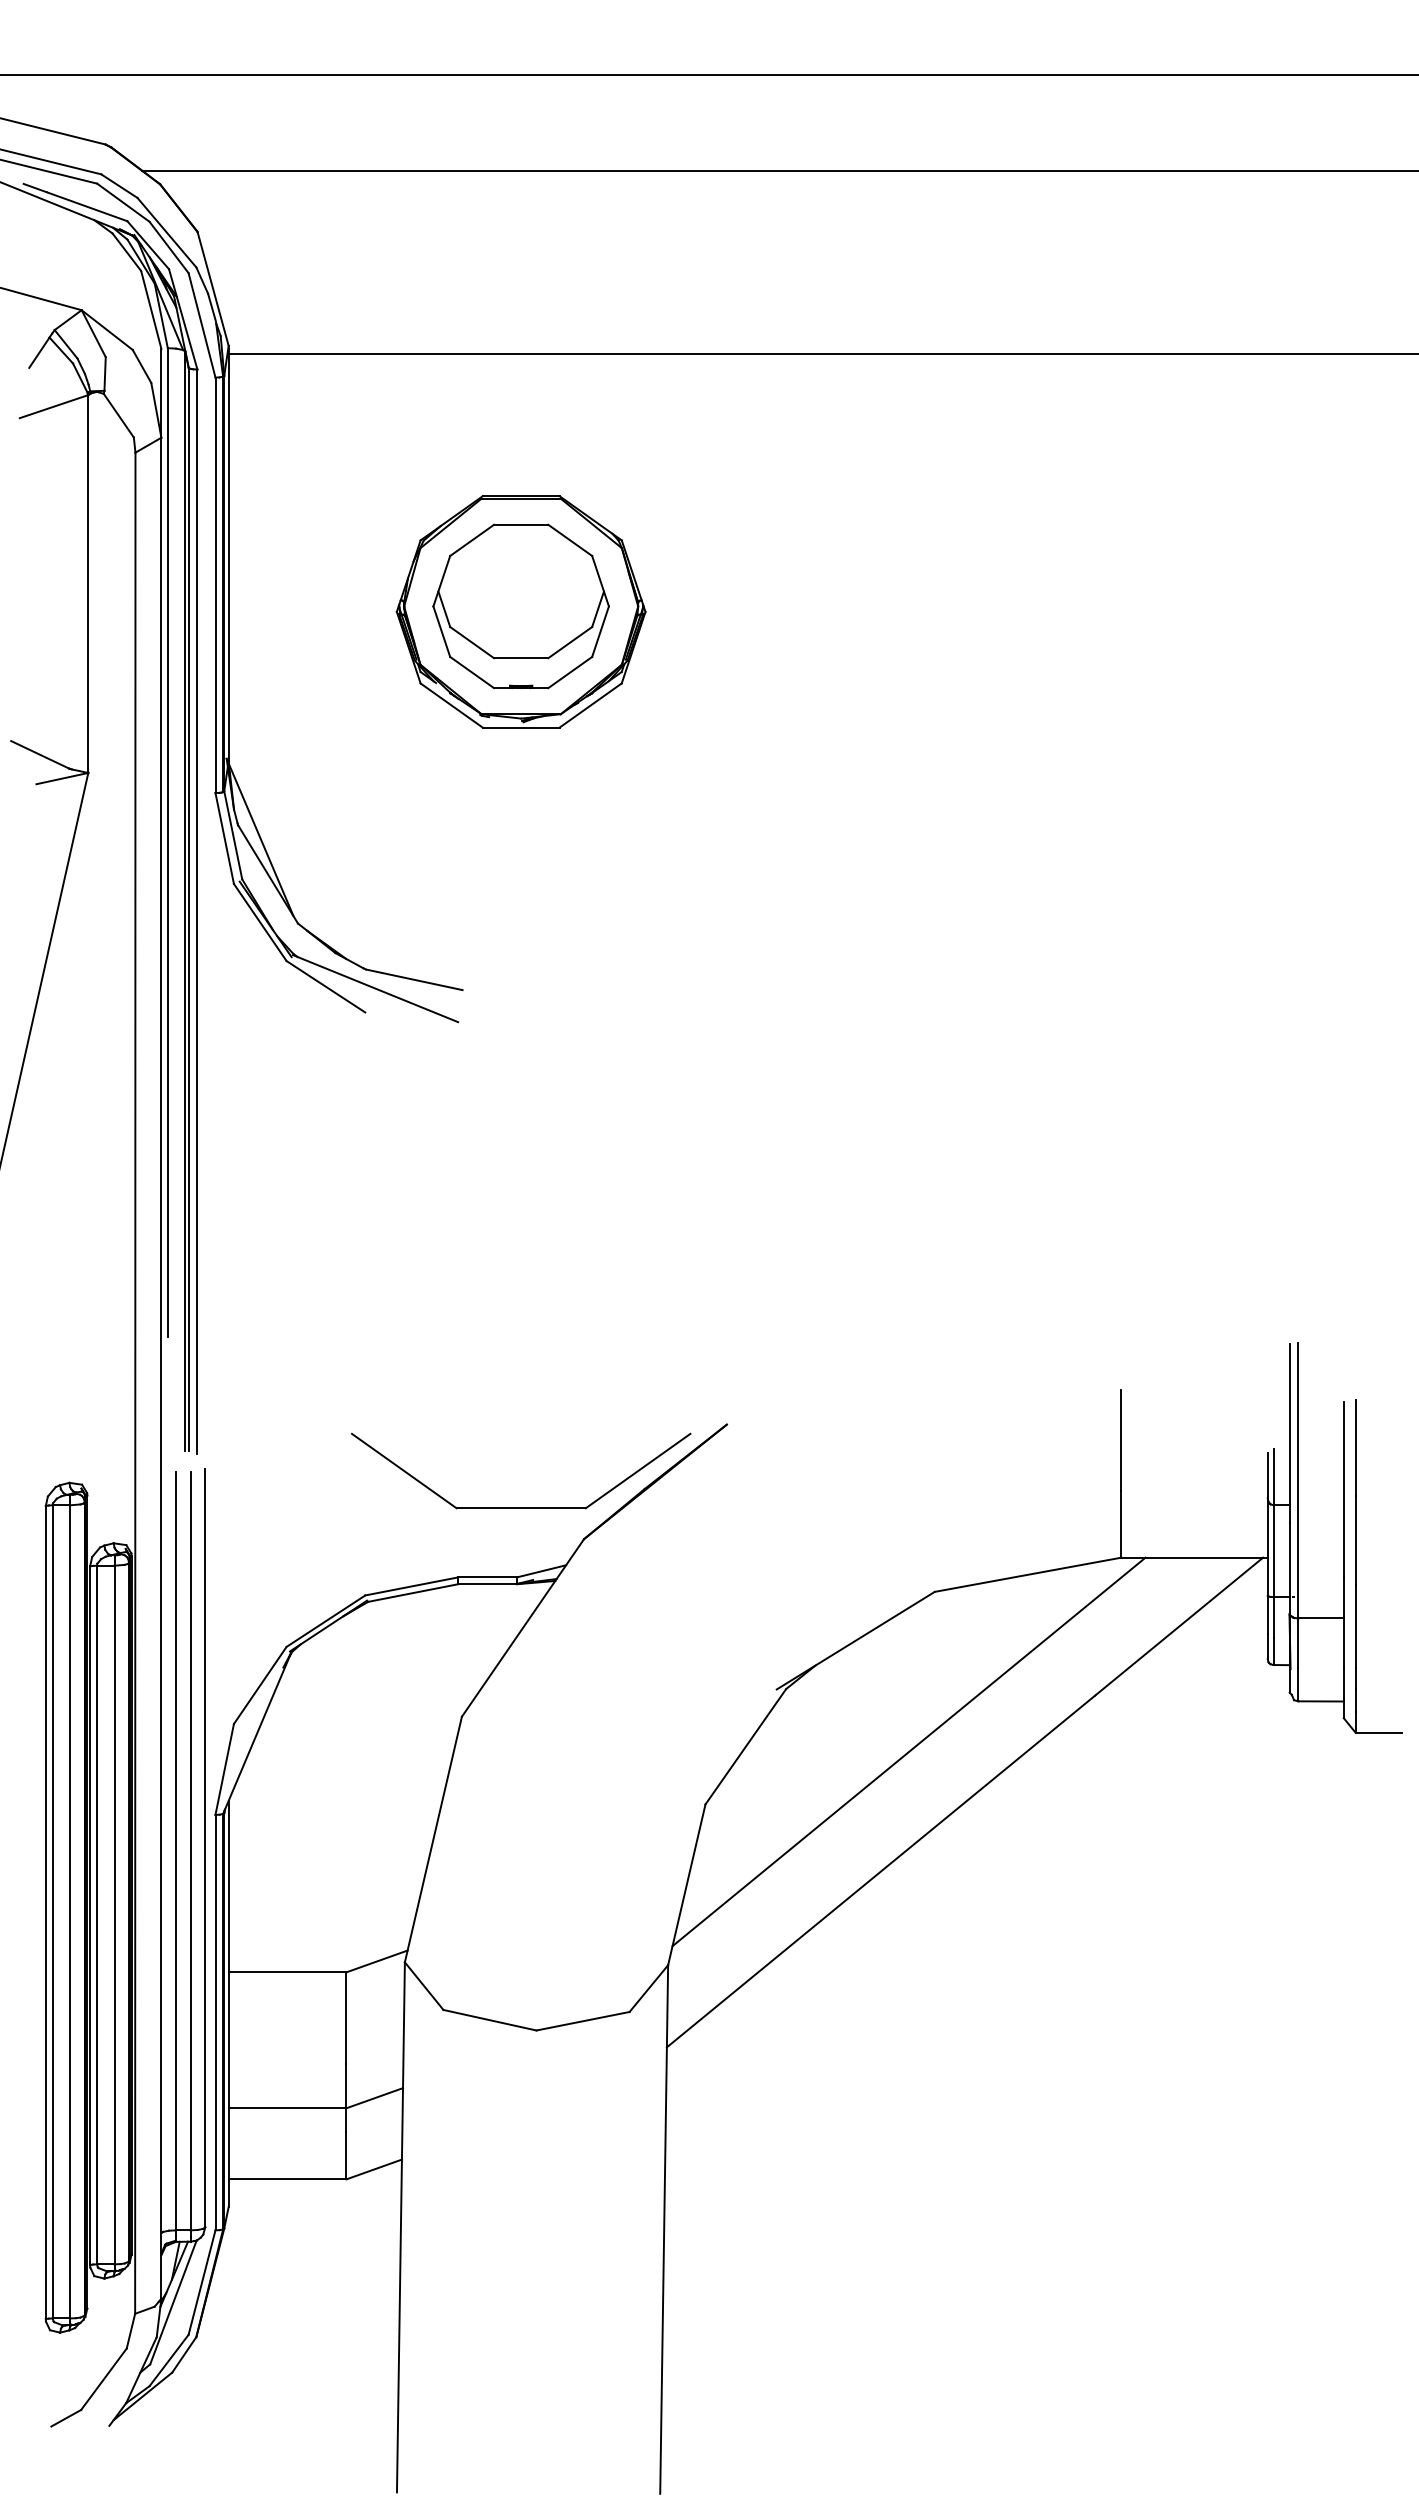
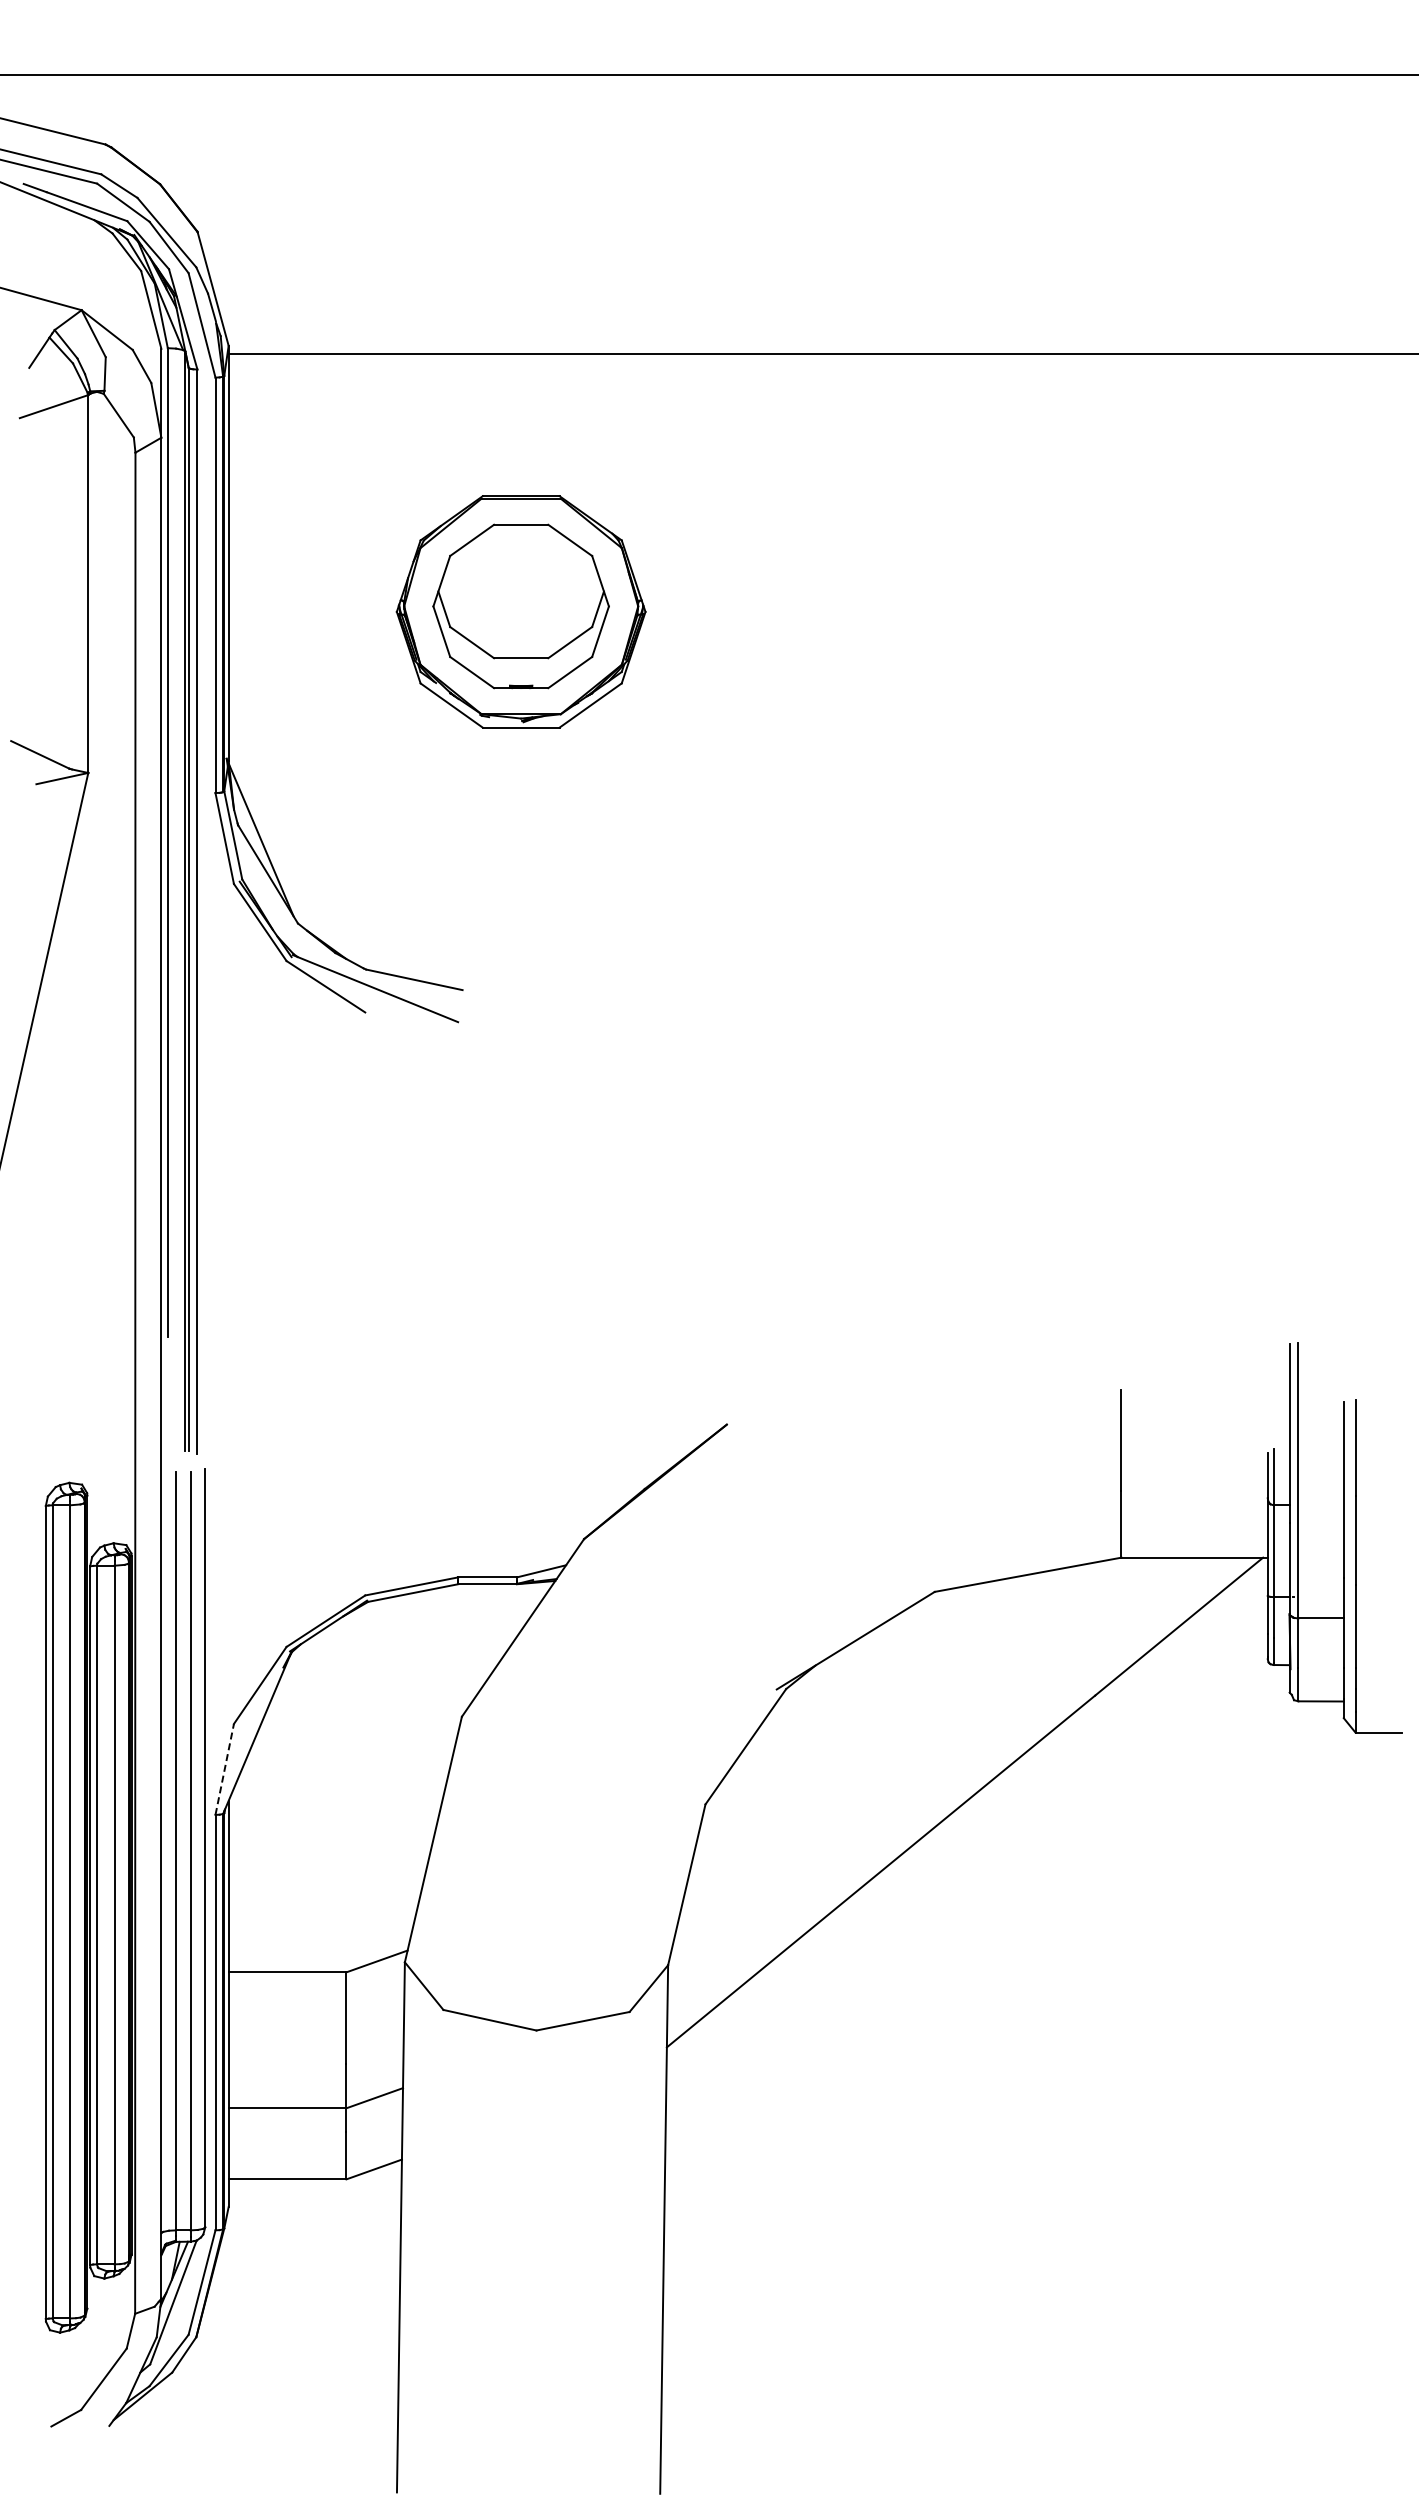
line at (778, 170): present -> none
part at (521, 1507): present -> none
line at (908, 1751): present -> none
line at (224, 1768): solid -> dashed
